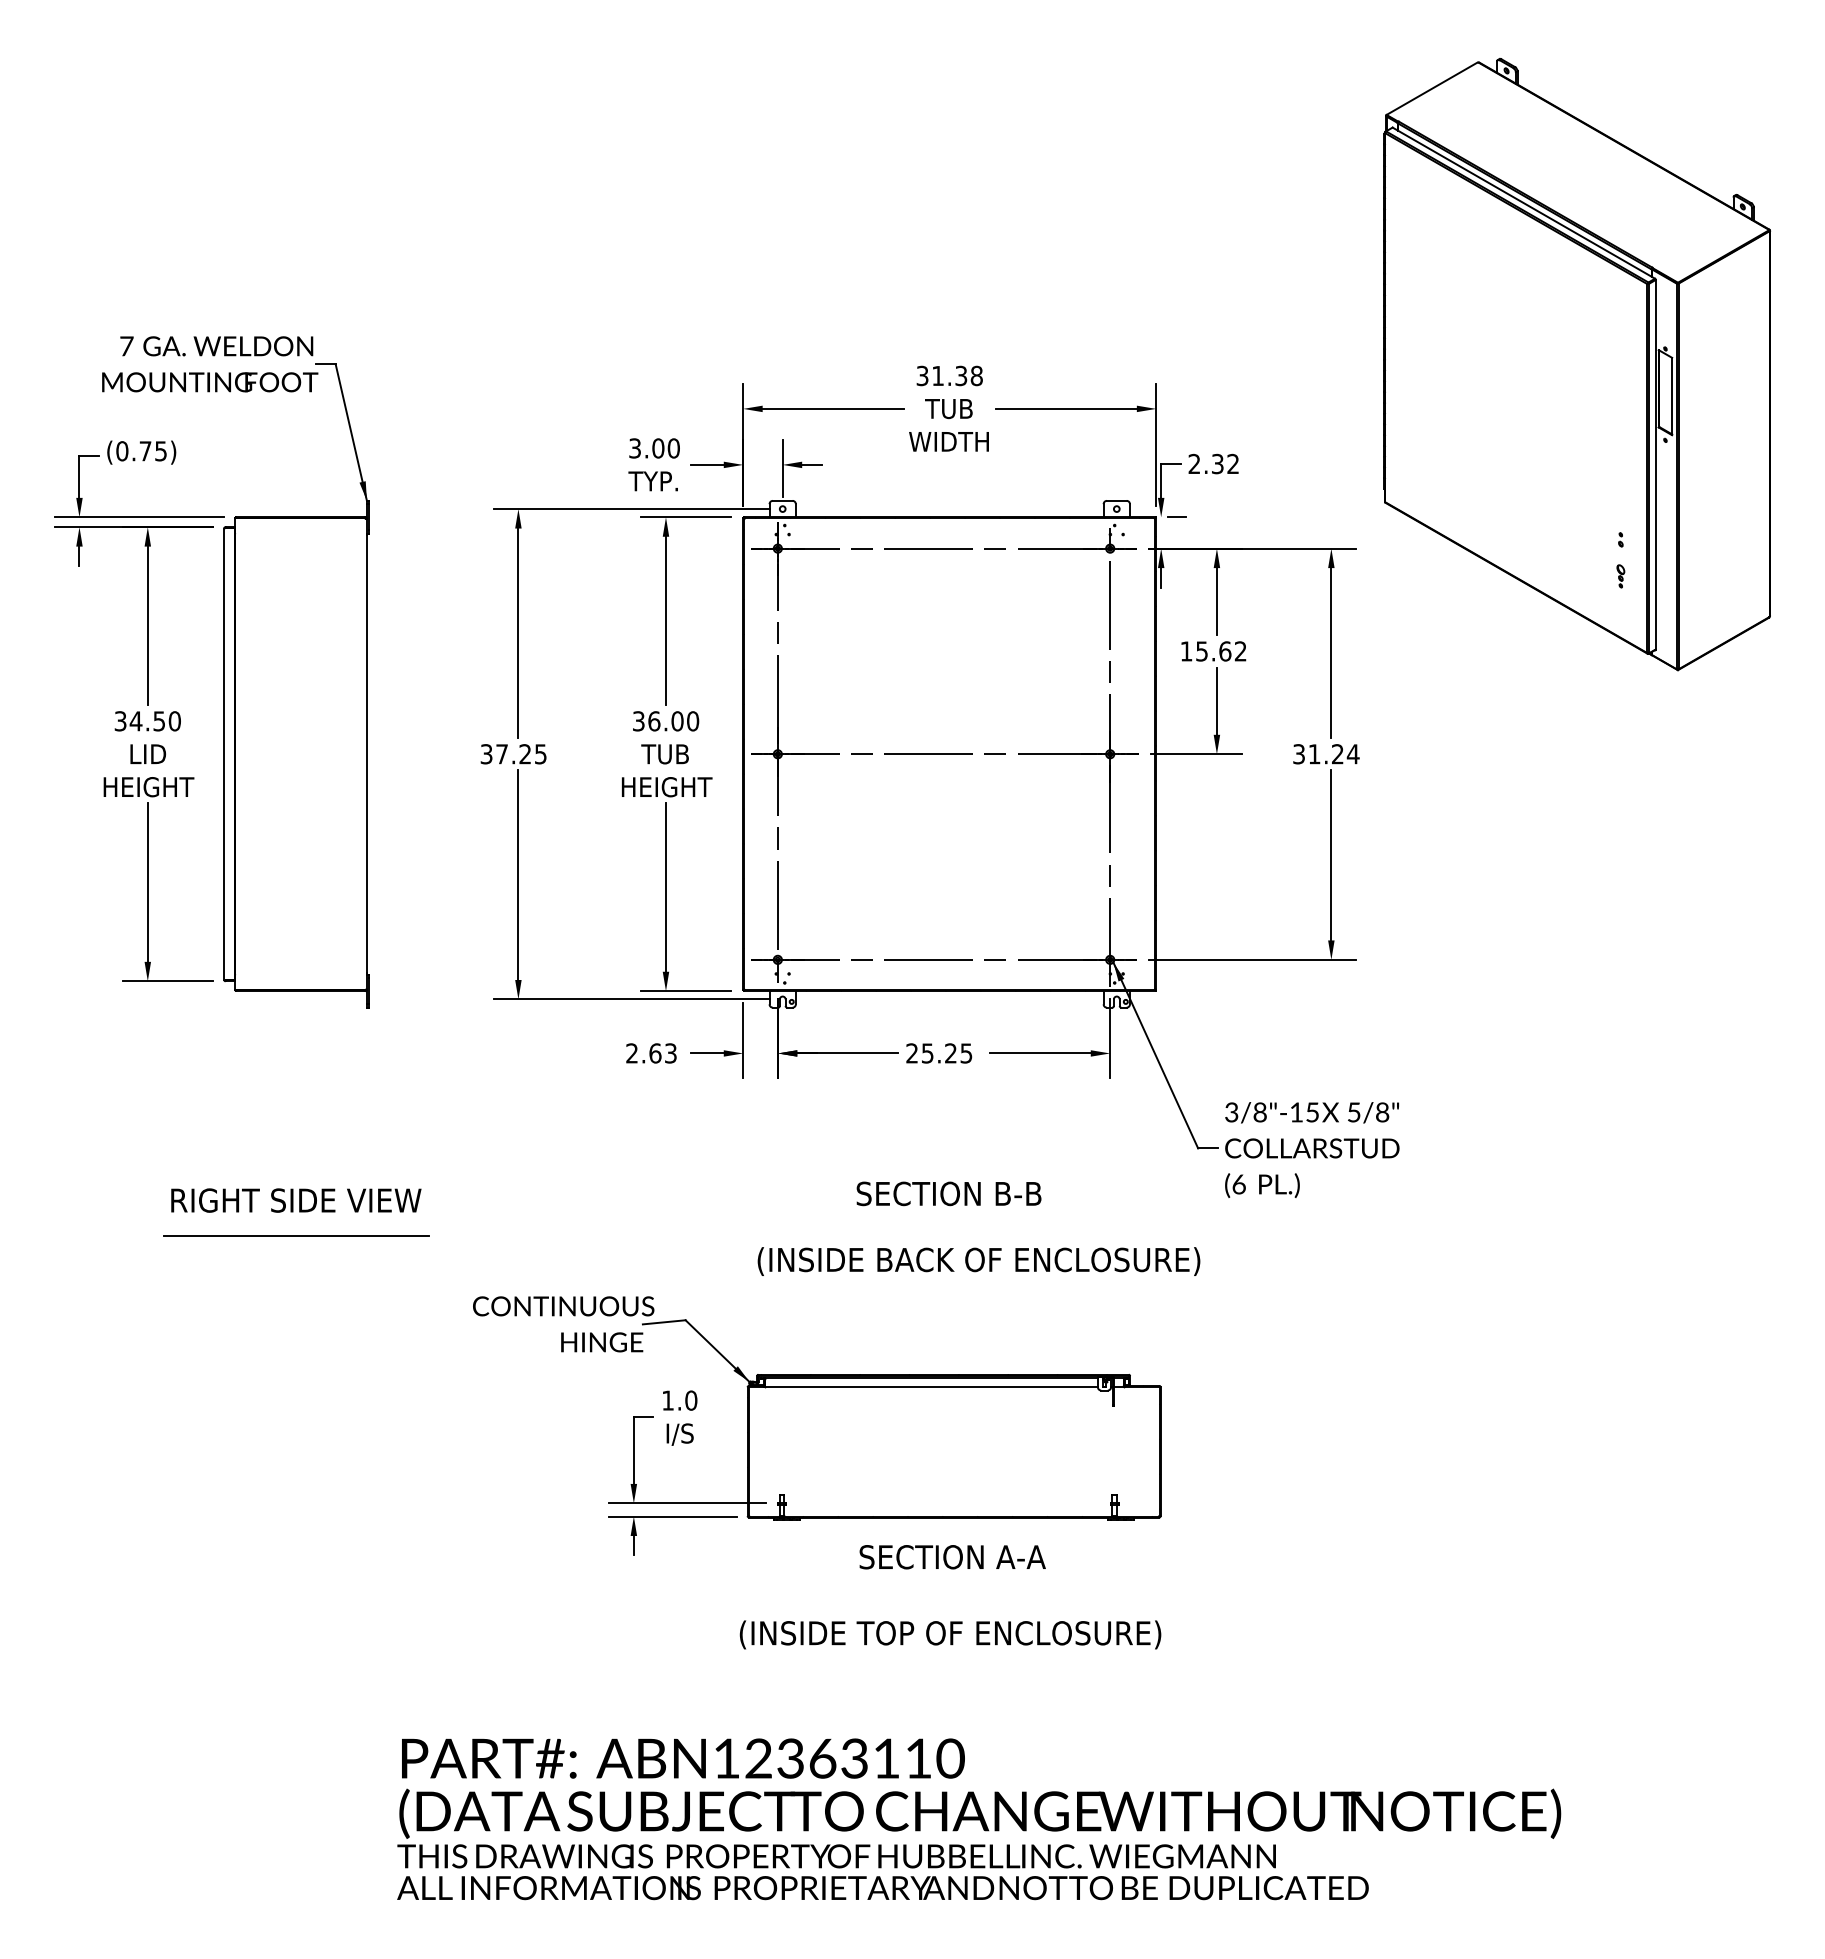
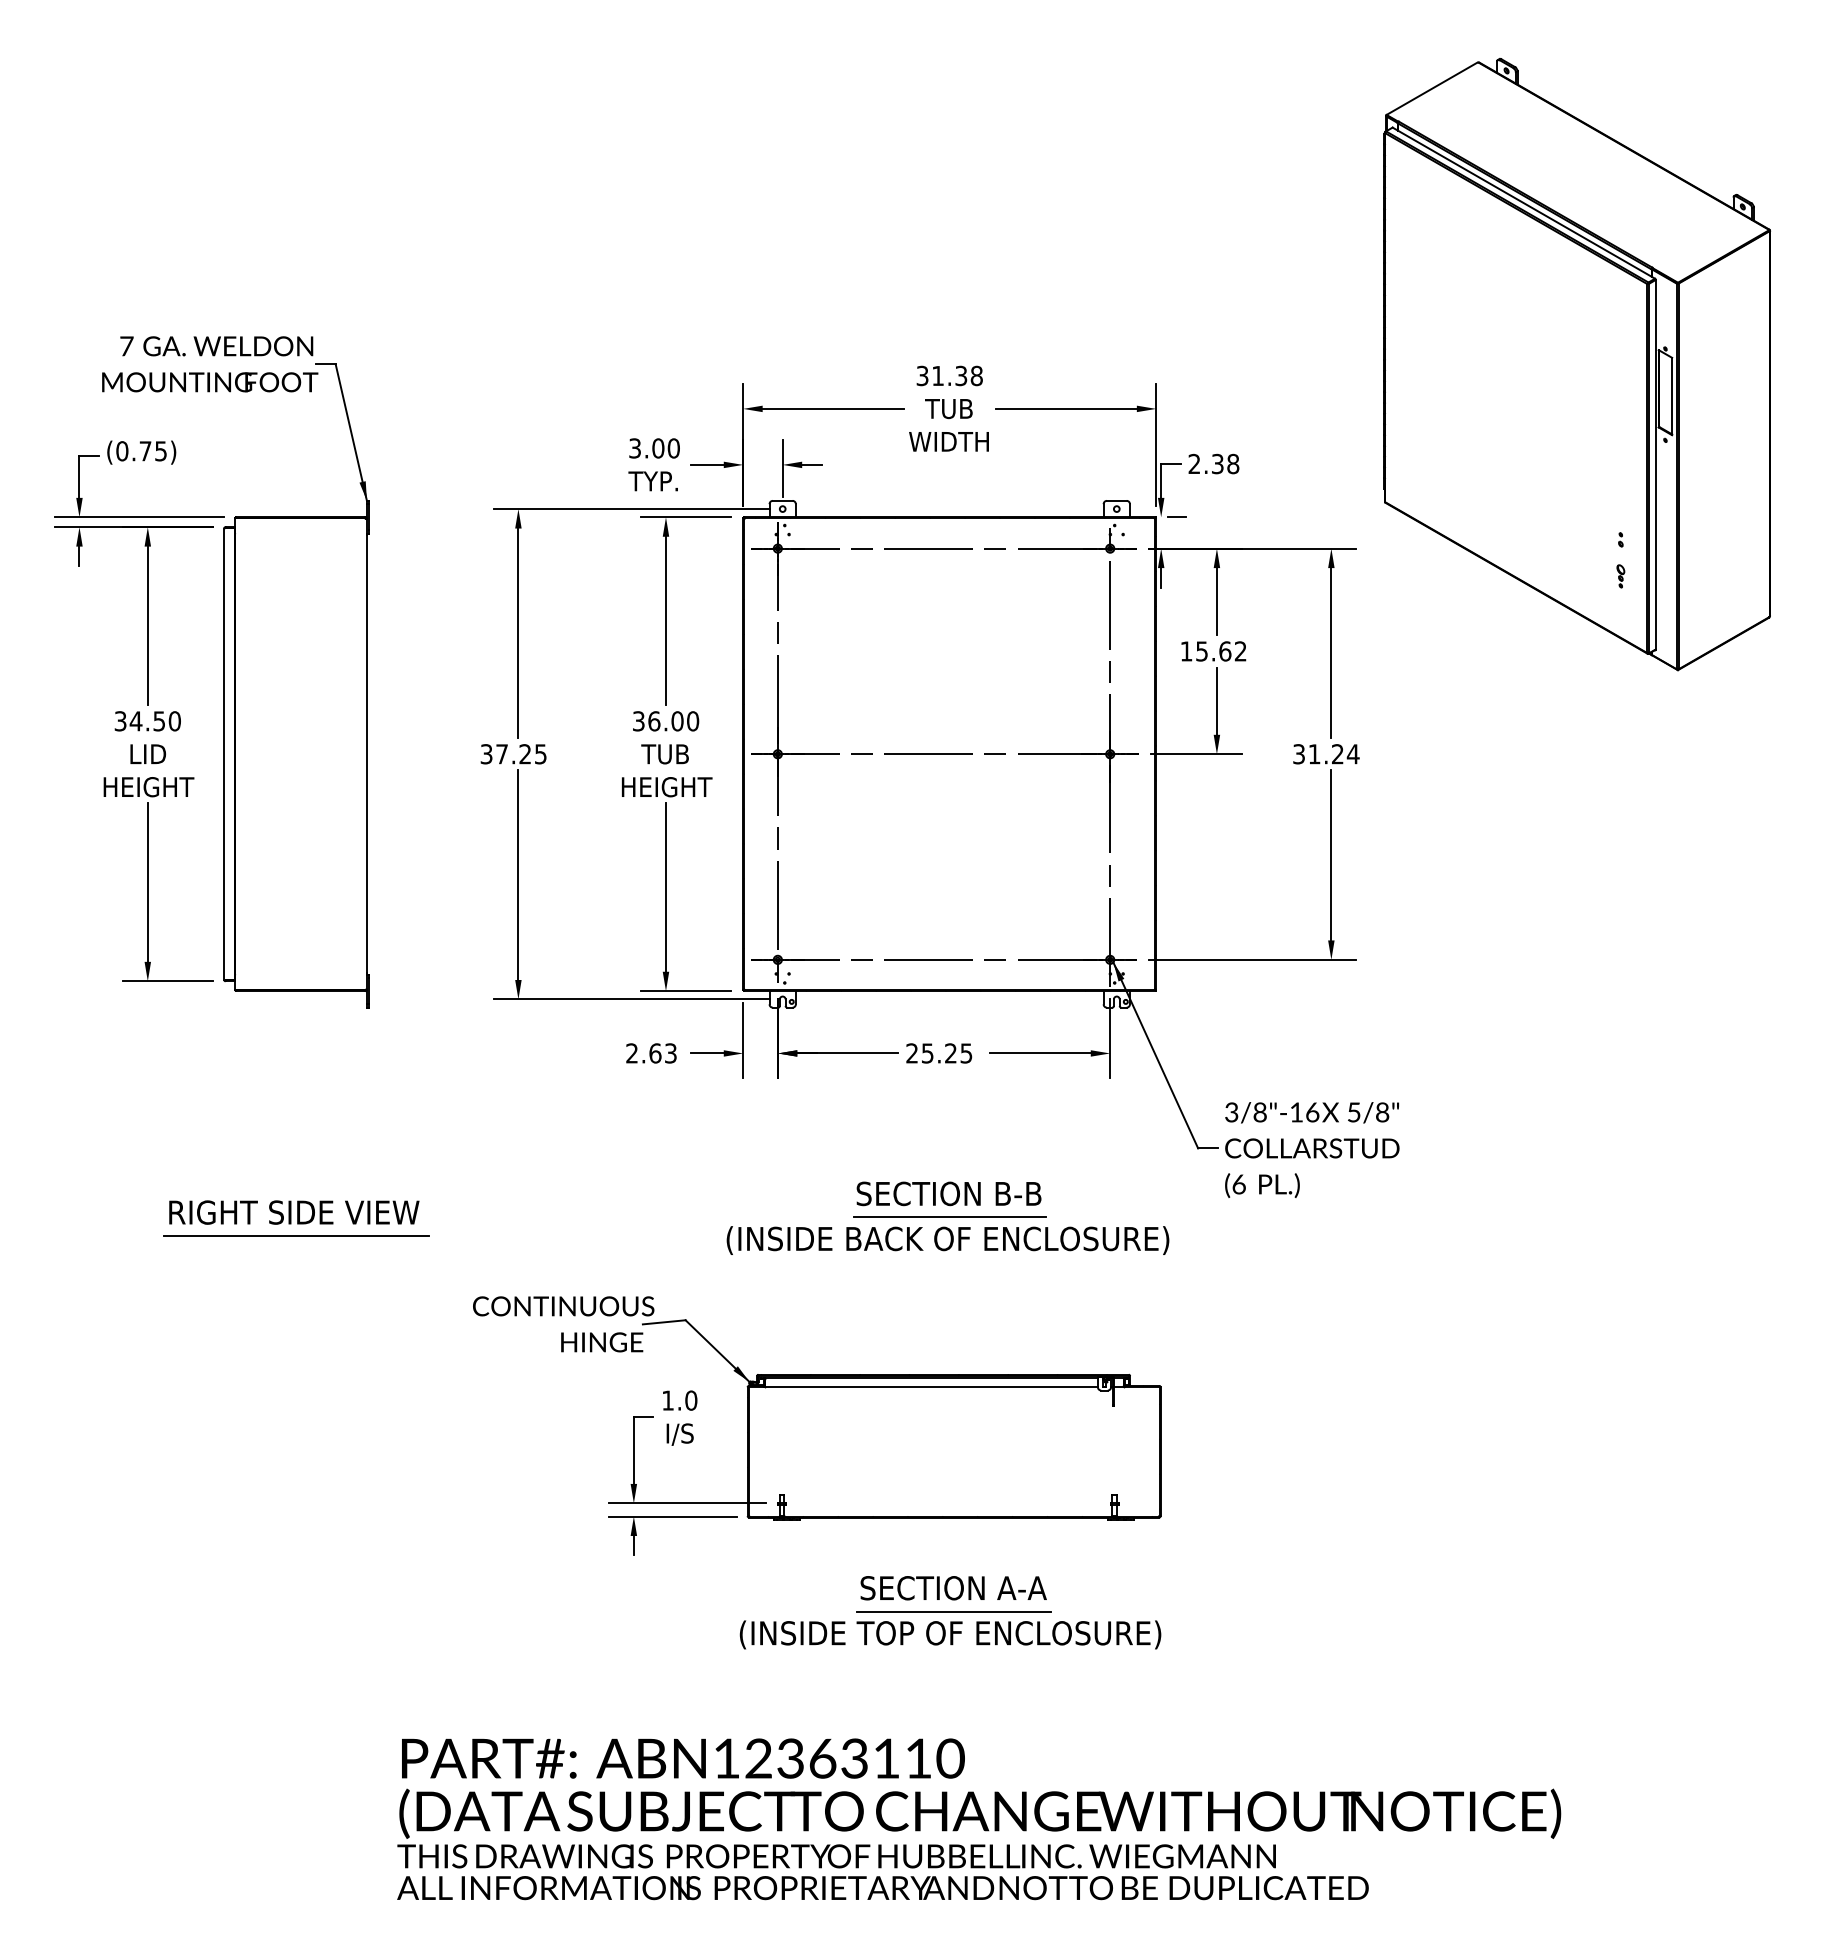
text at (1233, 464): 2.32 -> 2.38
text at (1312, 1112): 3/8"-15 -> 3/8"-16
text at (296, 1200) position: (296, 1200) -> (294, 1212)
line at (949, 1217): none -> present
text at (978, 1261) position: (978, 1261) -> (947, 1240)
text at (952, 1557) position: (952, 1557) -> (953, 1588)
line at (953, 1611): none -> present
